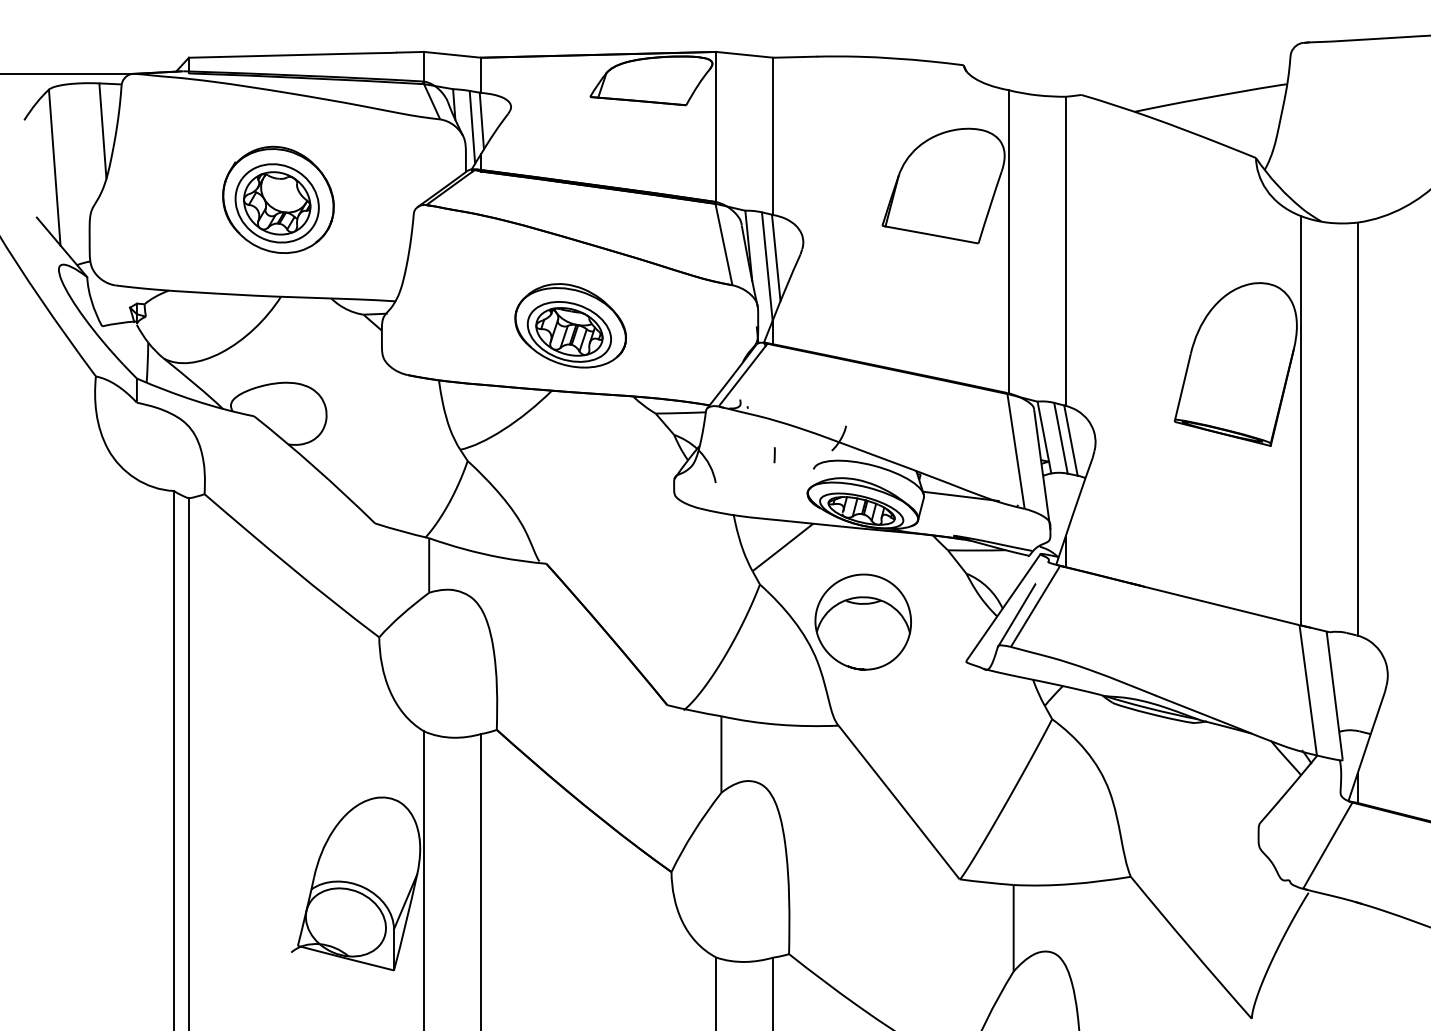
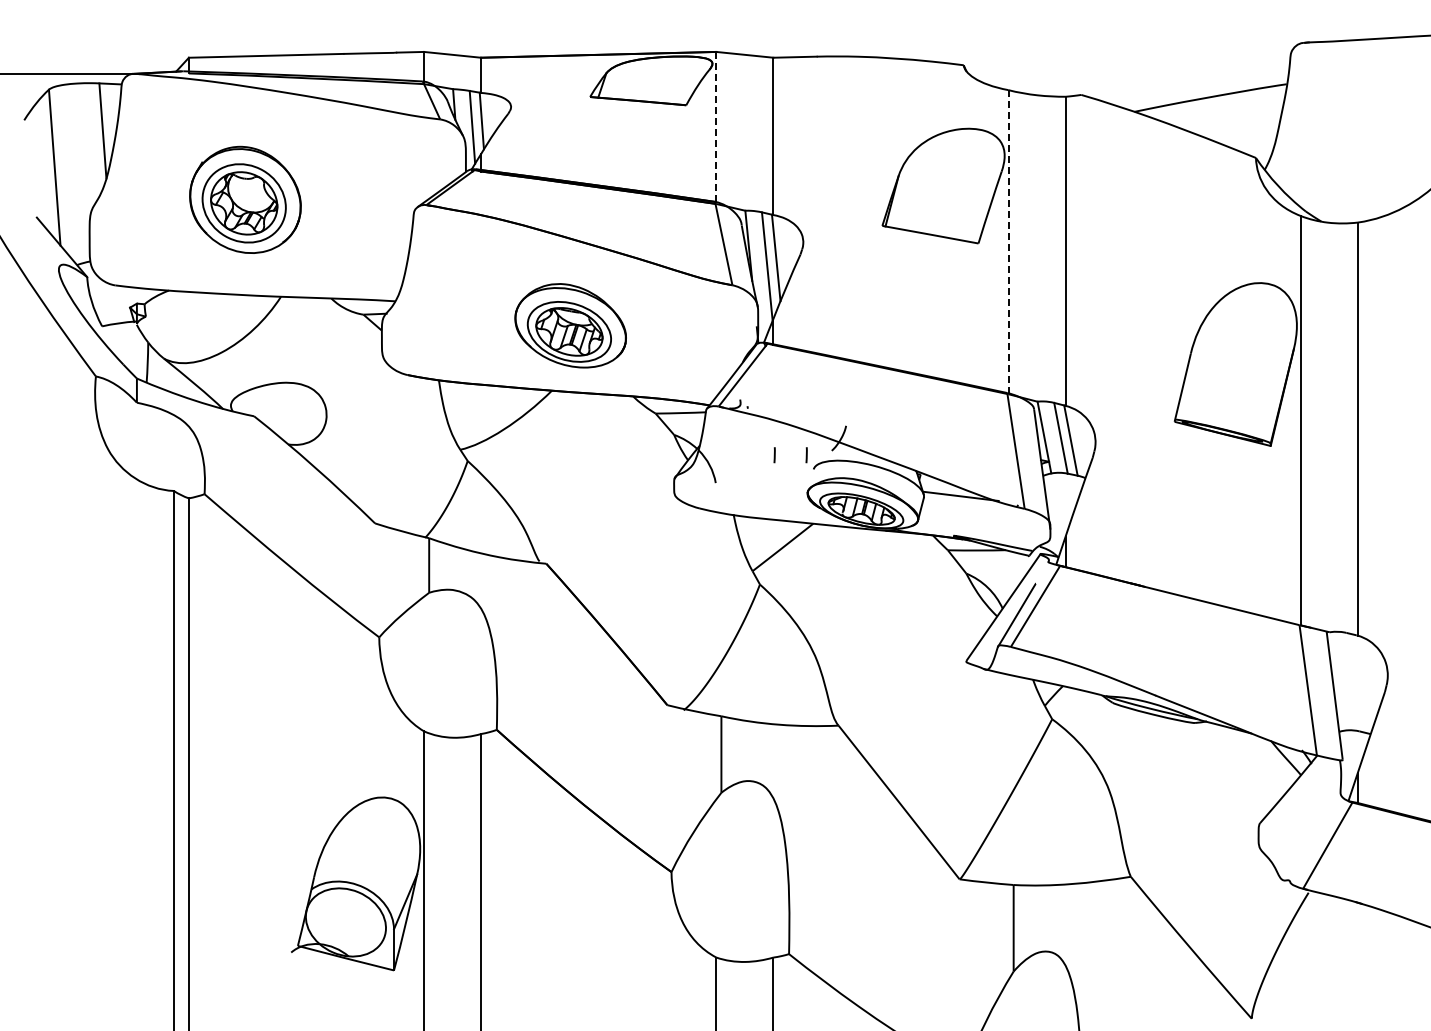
line at (716, 128): solid -> dashed
part at (278, 199) position: (278, 199) -> (245, 199)
line at (1008, 242): solid -> dashed
line at (806, 455): none -> present
part at (862, 621): present -> none
